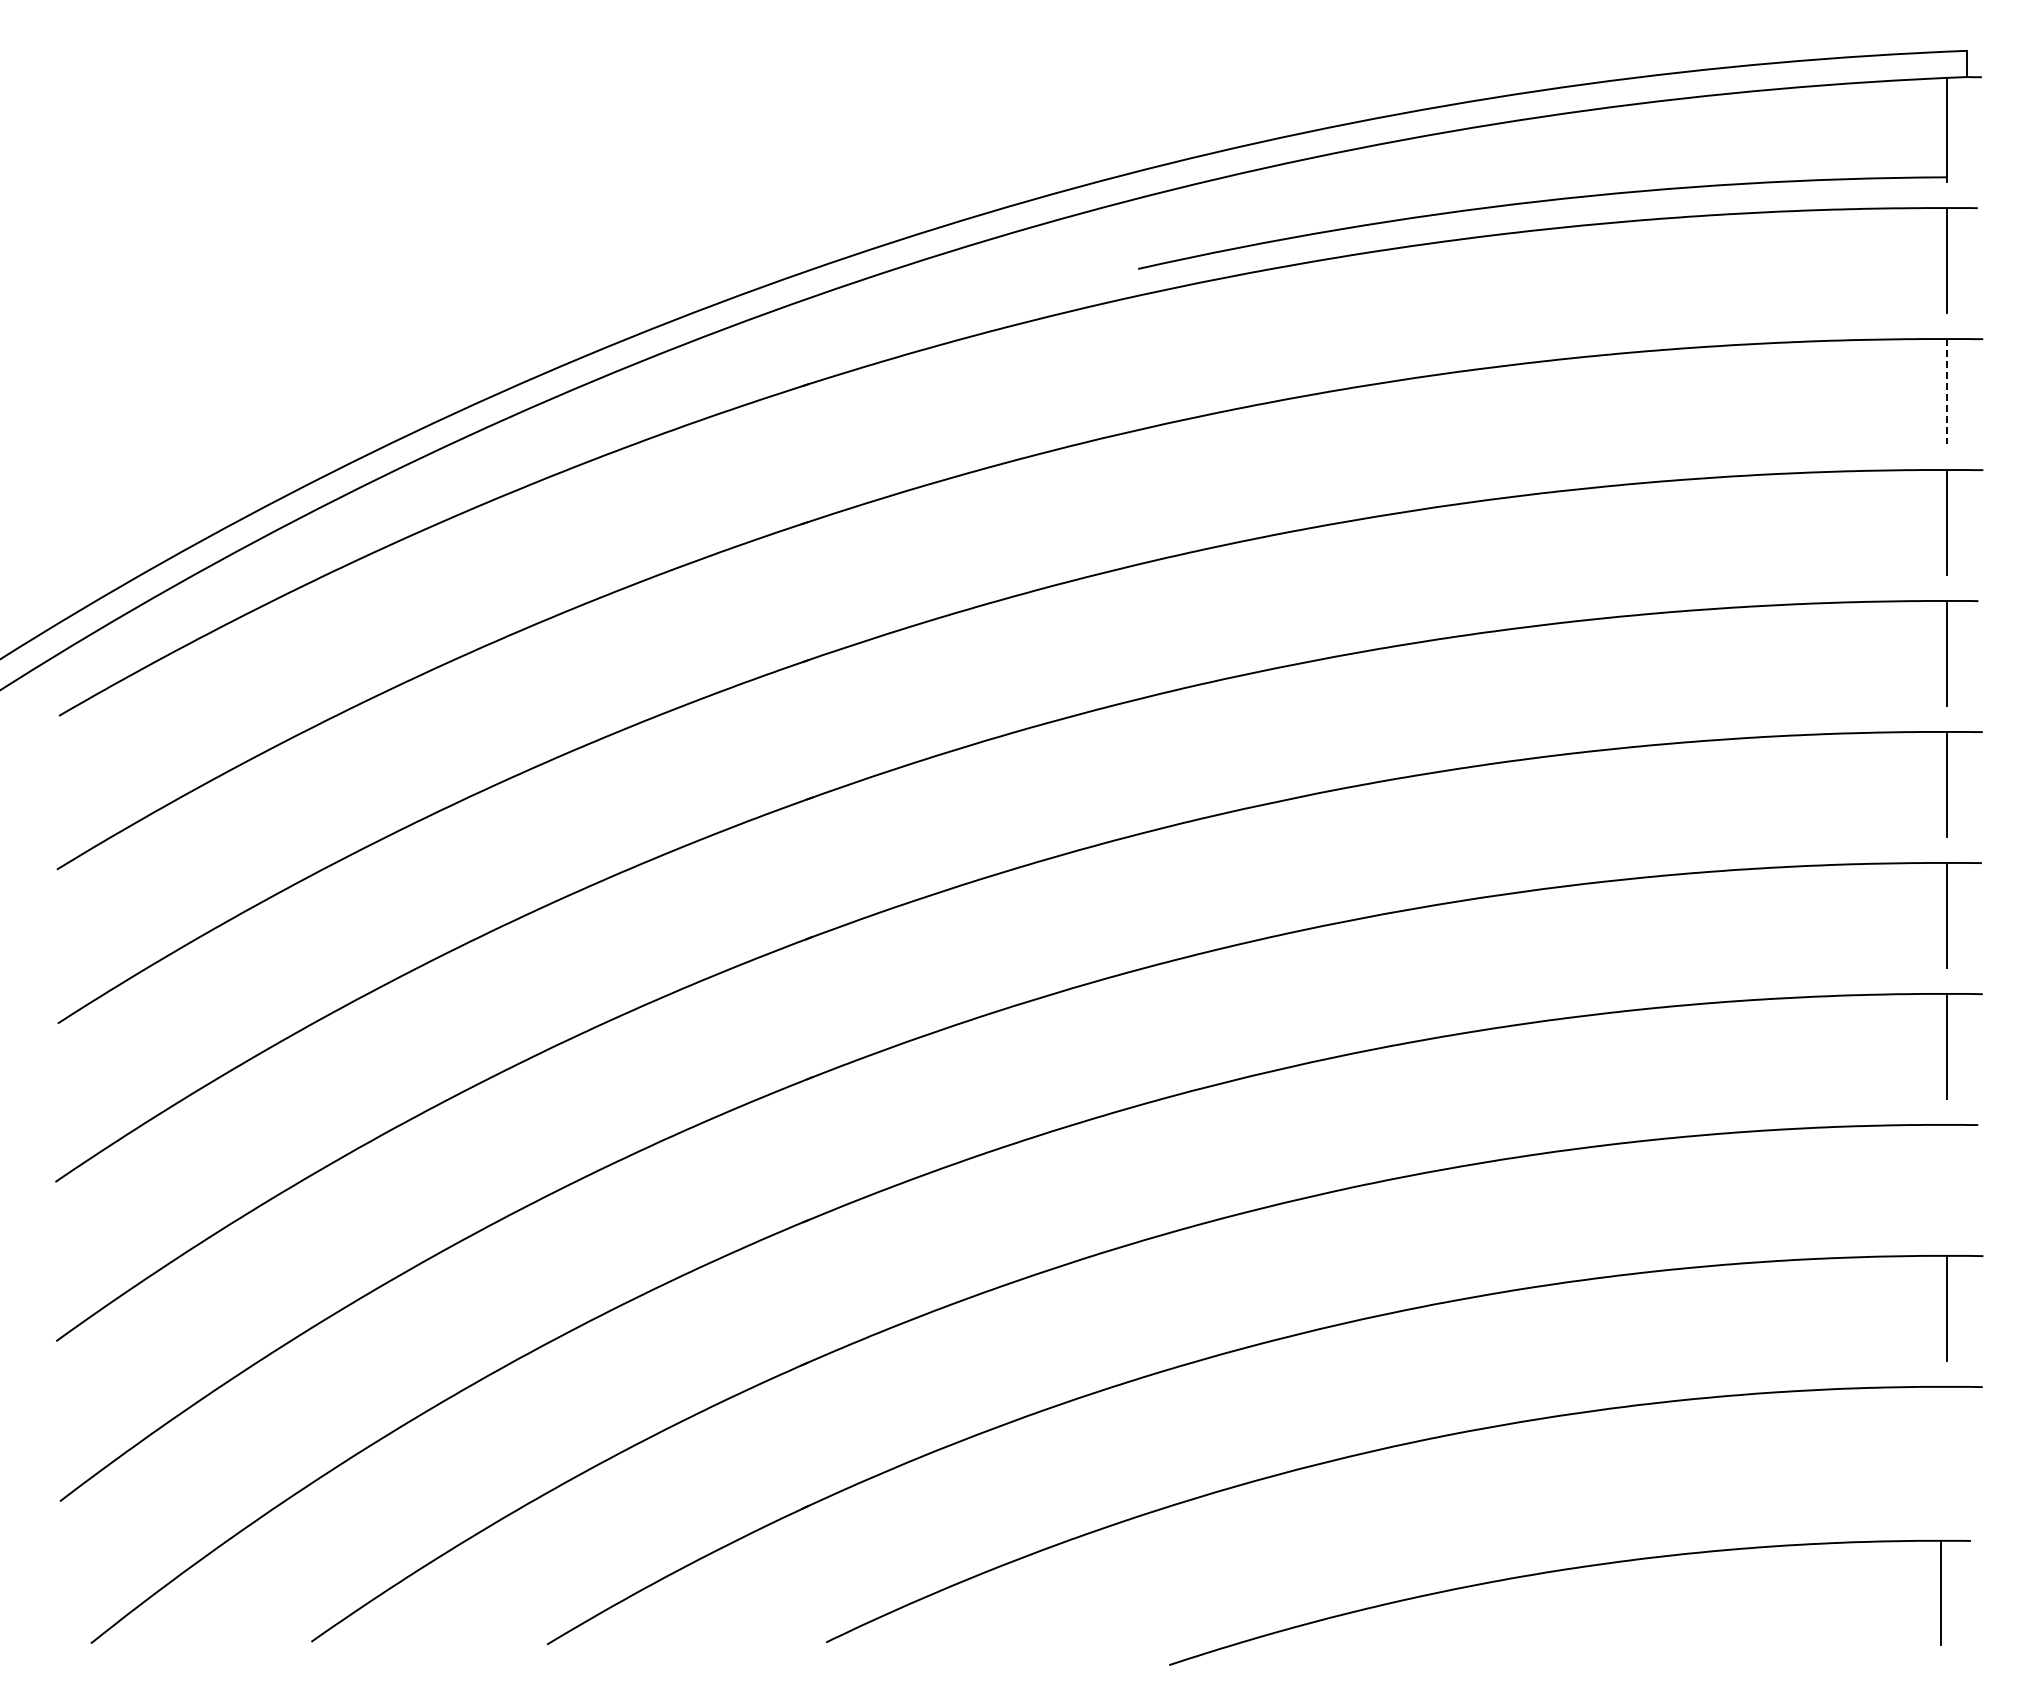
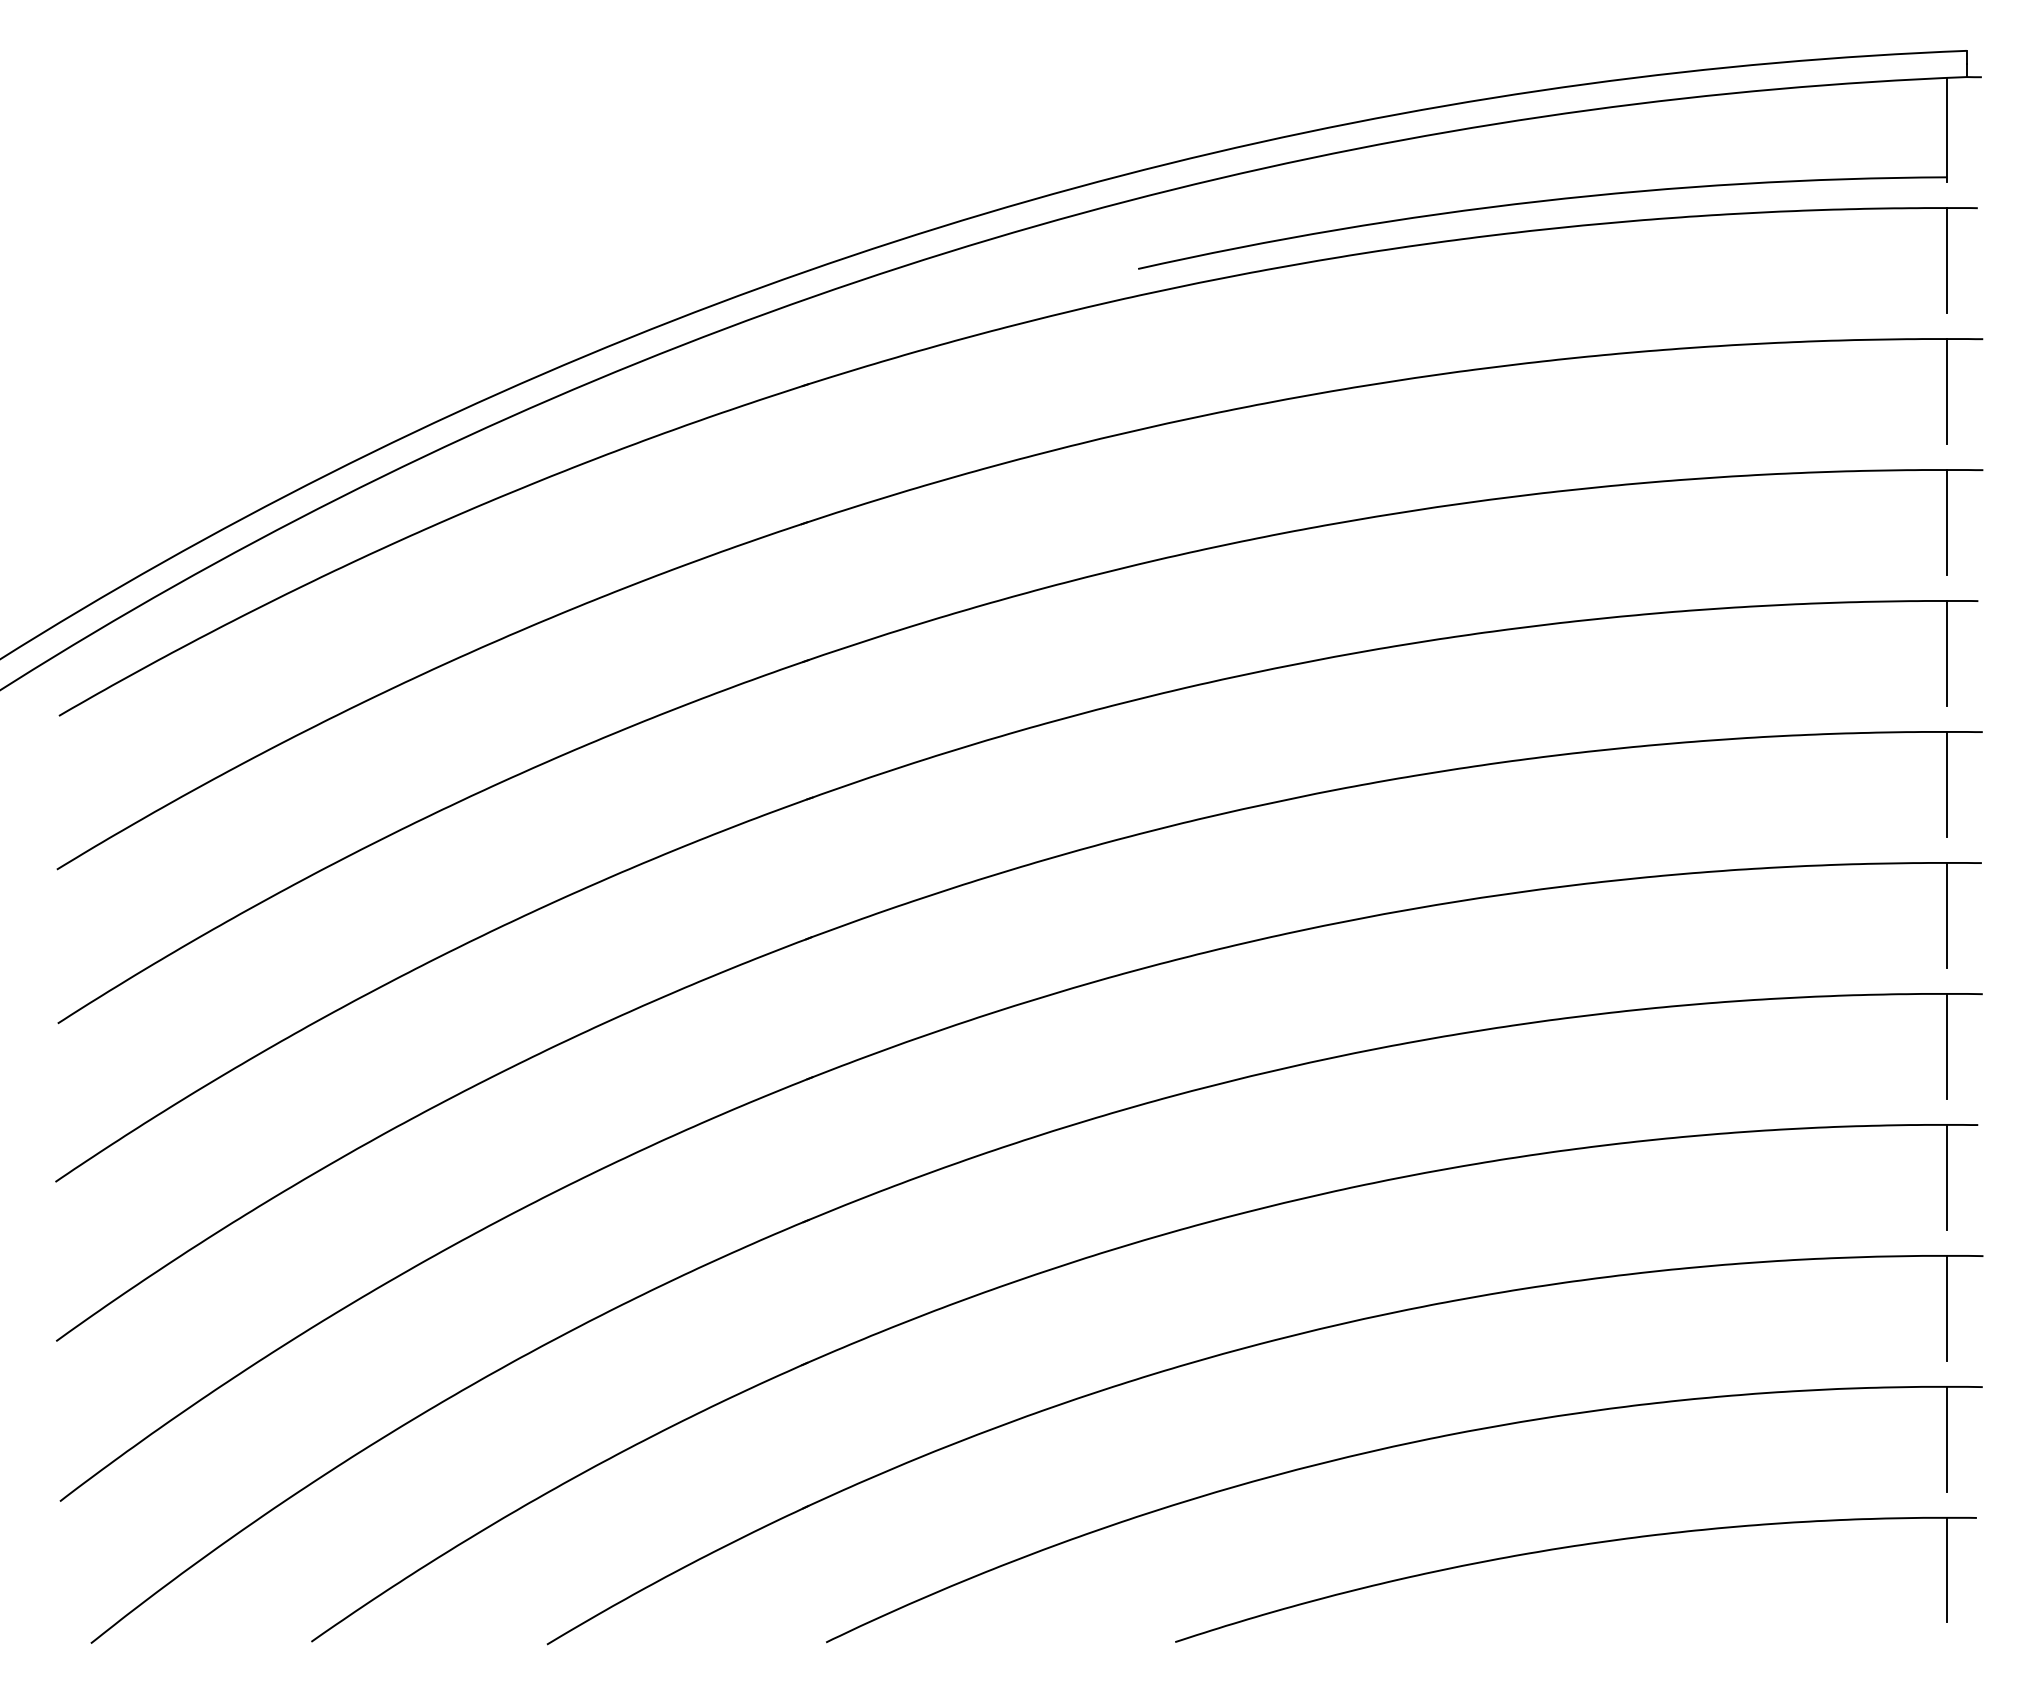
line at (1947, 391): dashed -> solid
line at (1946, 1176): none -> present
line at (1946, 1438): none -> present
part at (1567, 1570) position: (1567, 1570) -> (1573, 1547)
